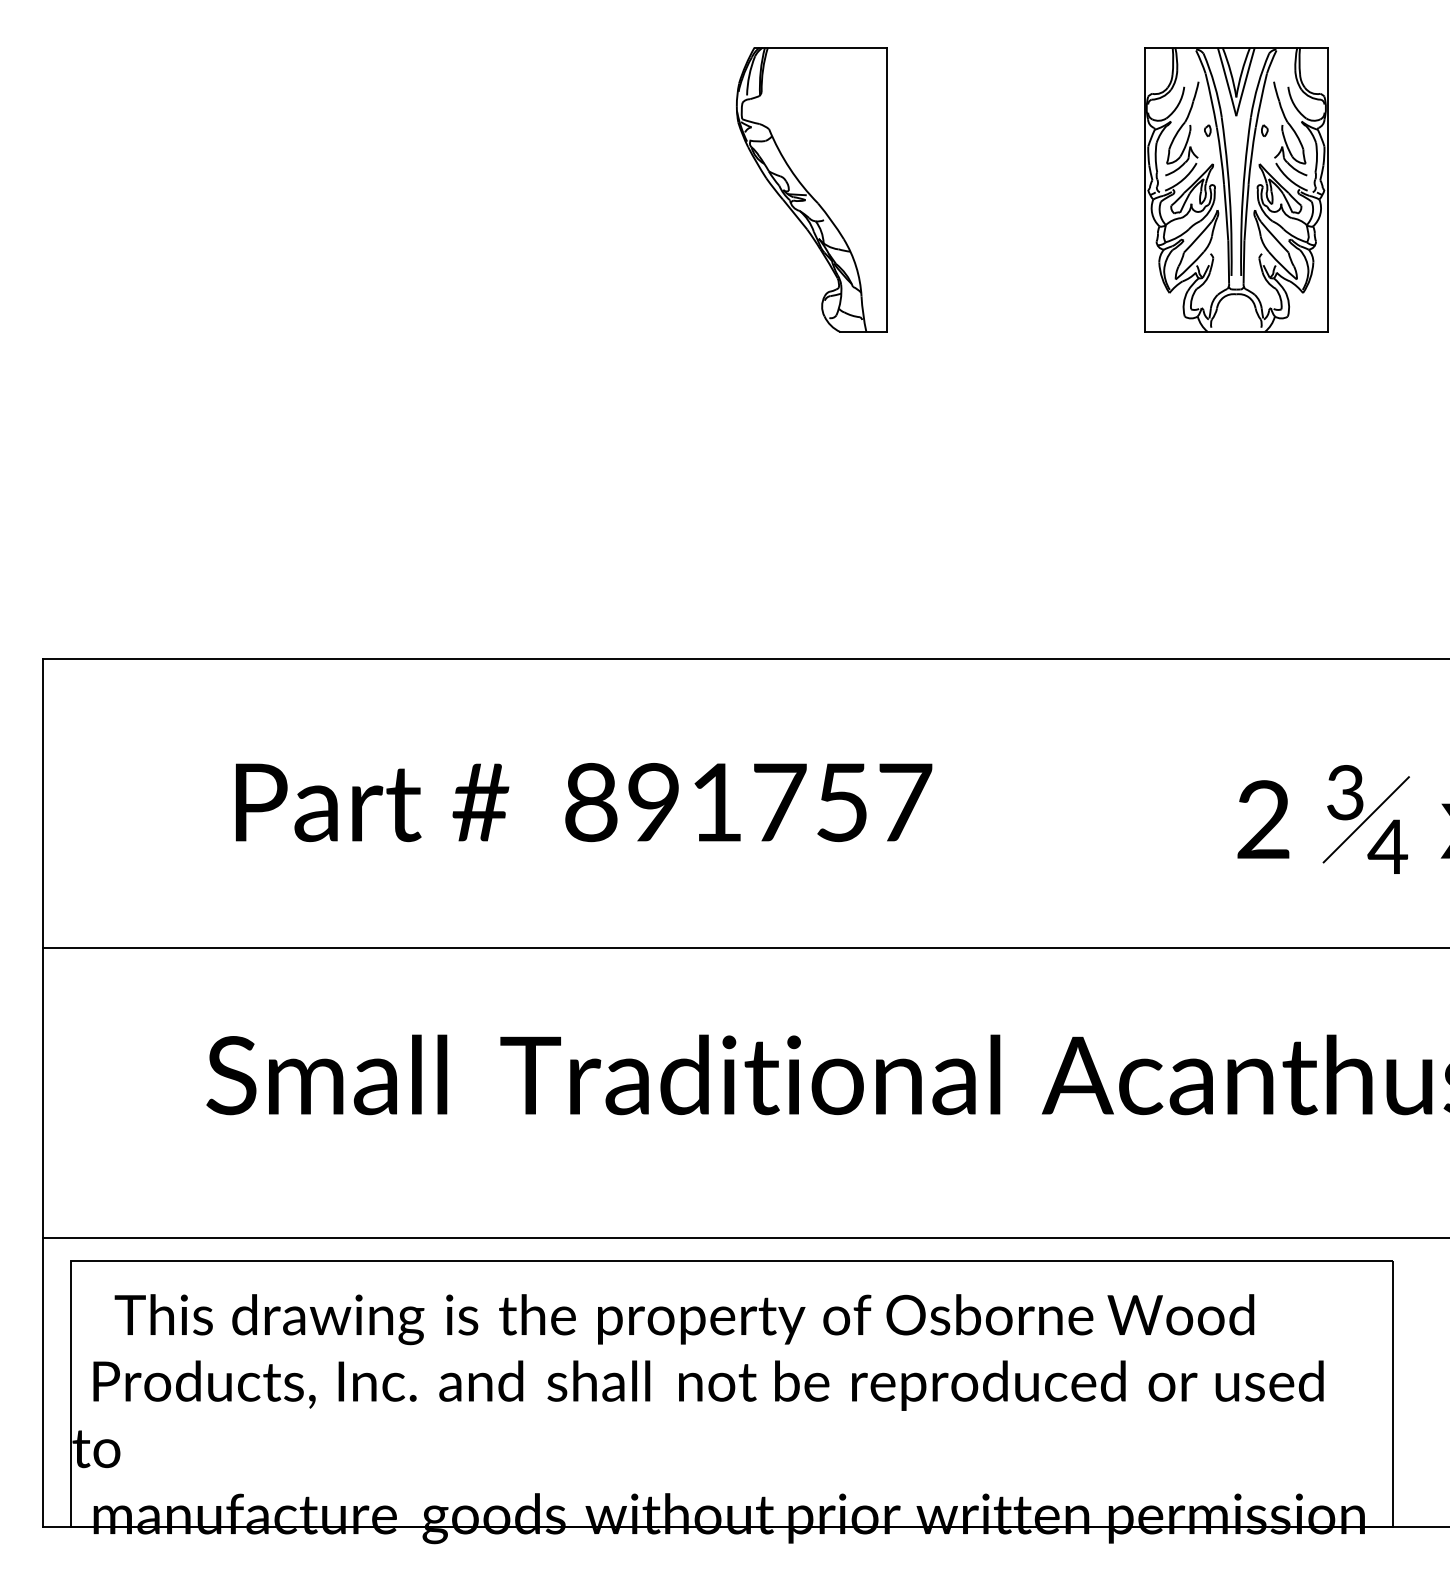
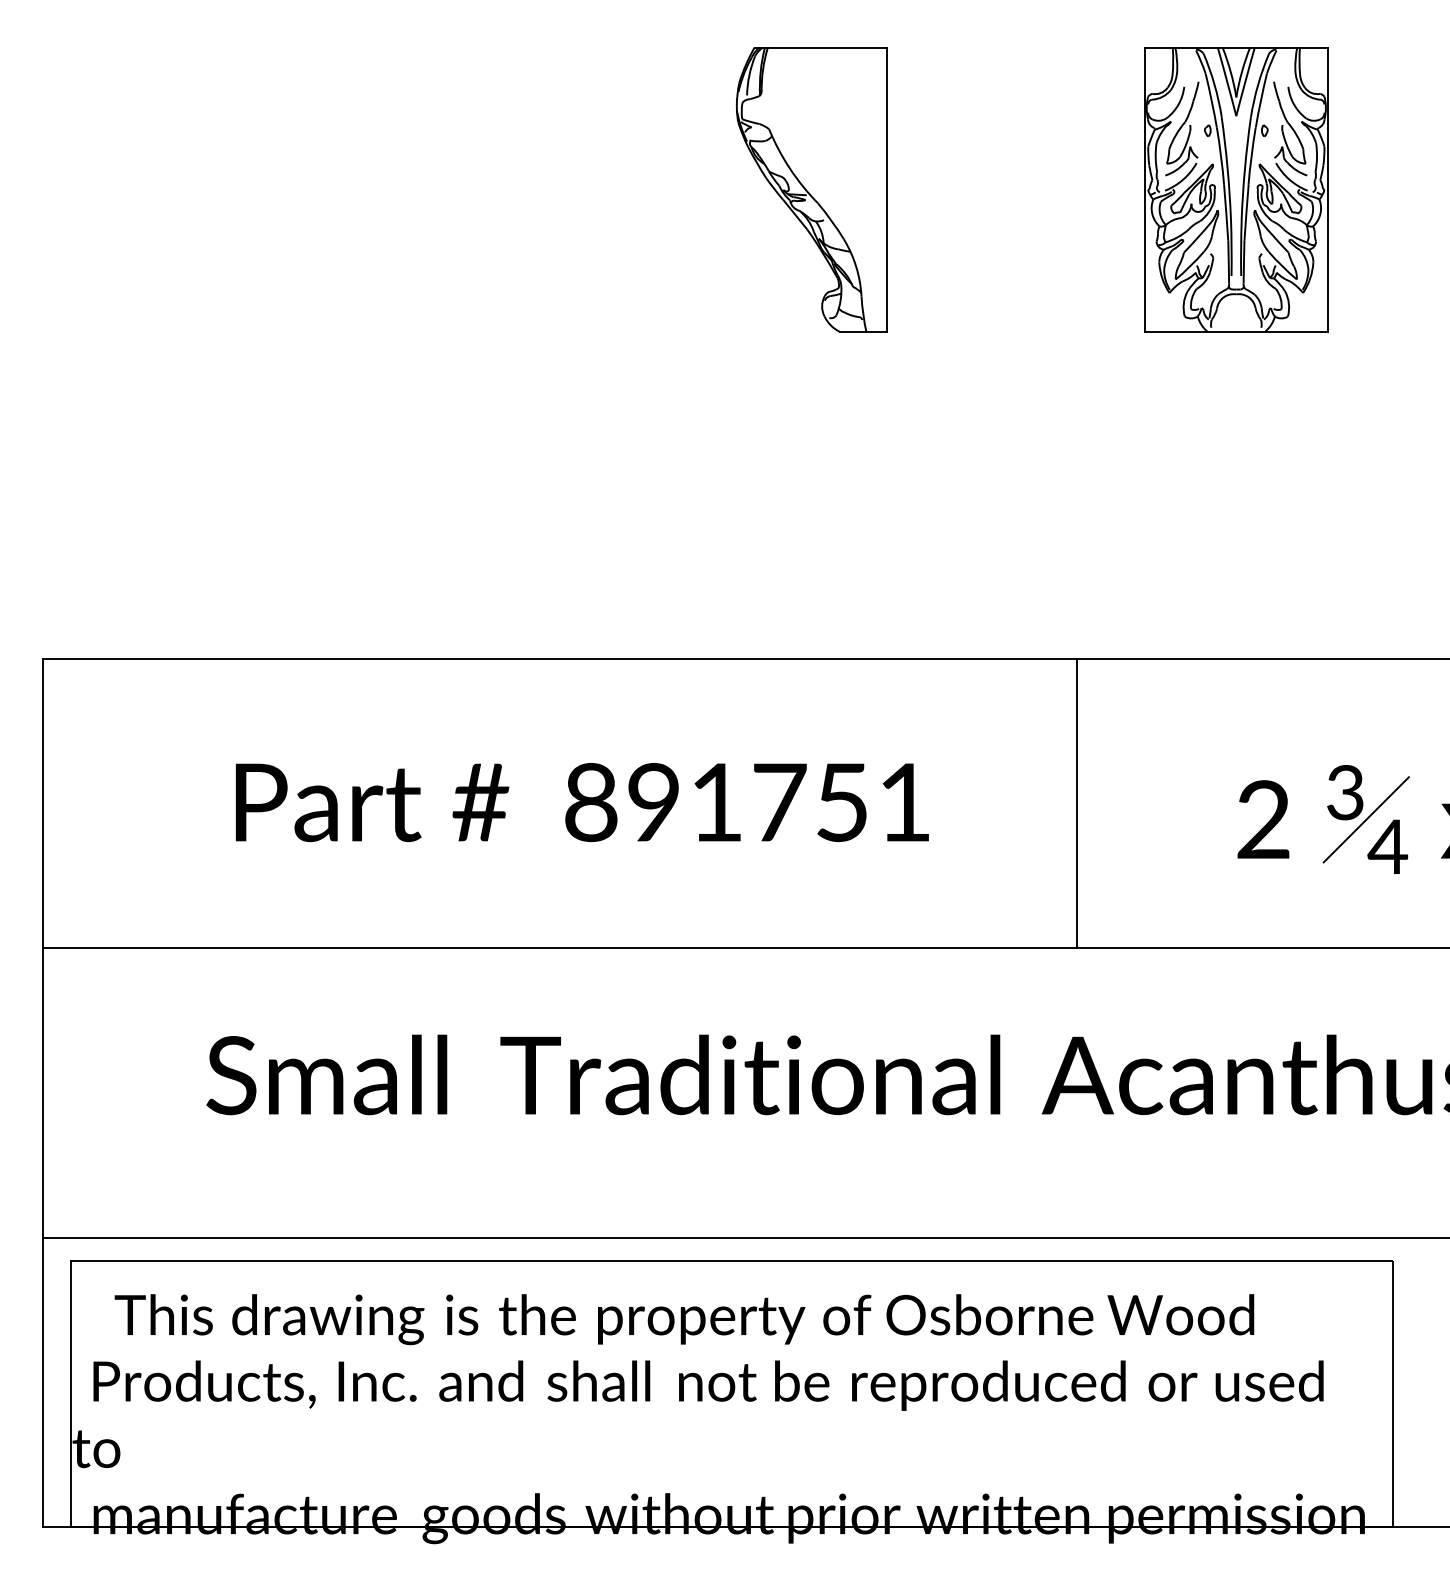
text at (905, 802): 891757 -> 891751
line at (1077, 803): none -> present
